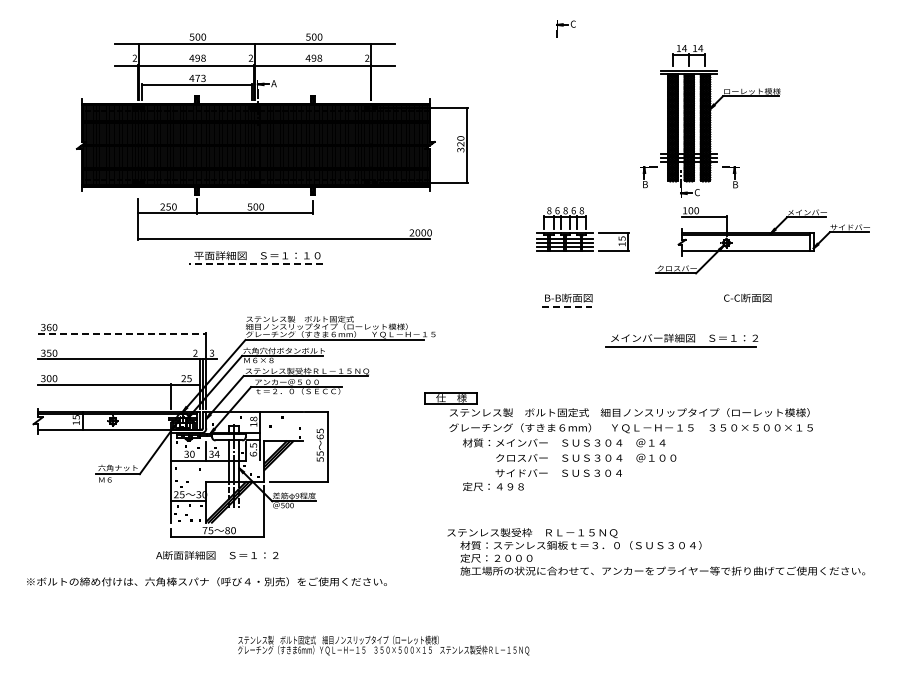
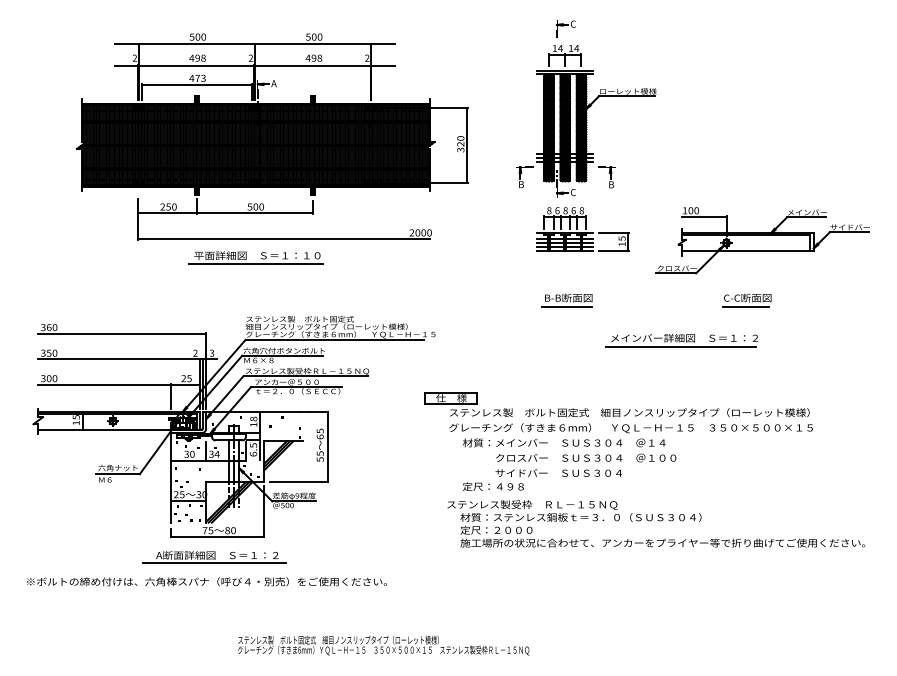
part at (710, 121) position: (710, 121) -> (586, 121)
line at (255, 263): dashed -> solid
line at (567, 306): dashed -> solid
line at (745, 306): none -> present
line at (122, 333): dashed -> solid
text at (656, 551) position: (656, 551) -> (656, 523)
line at (214, 563): none -> present
